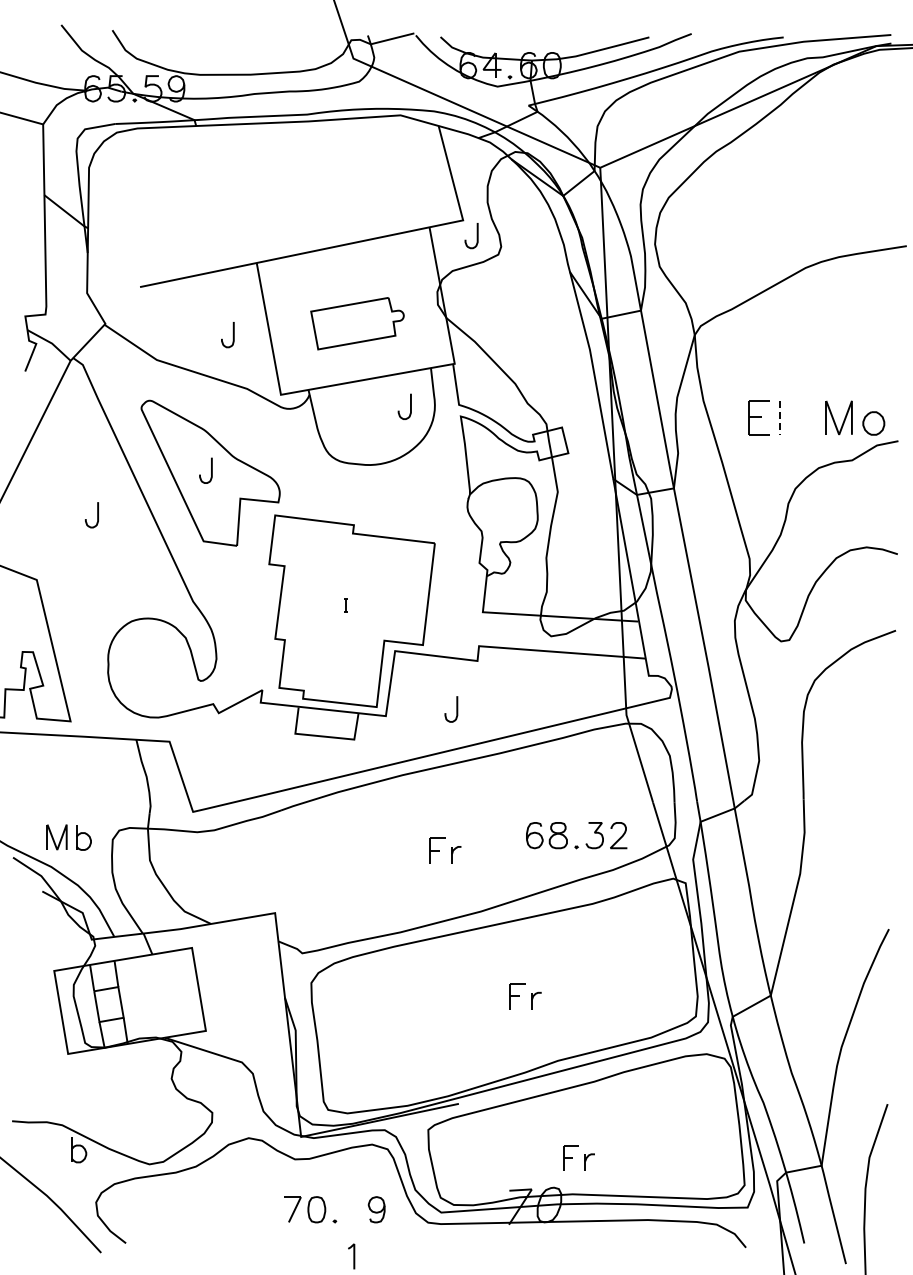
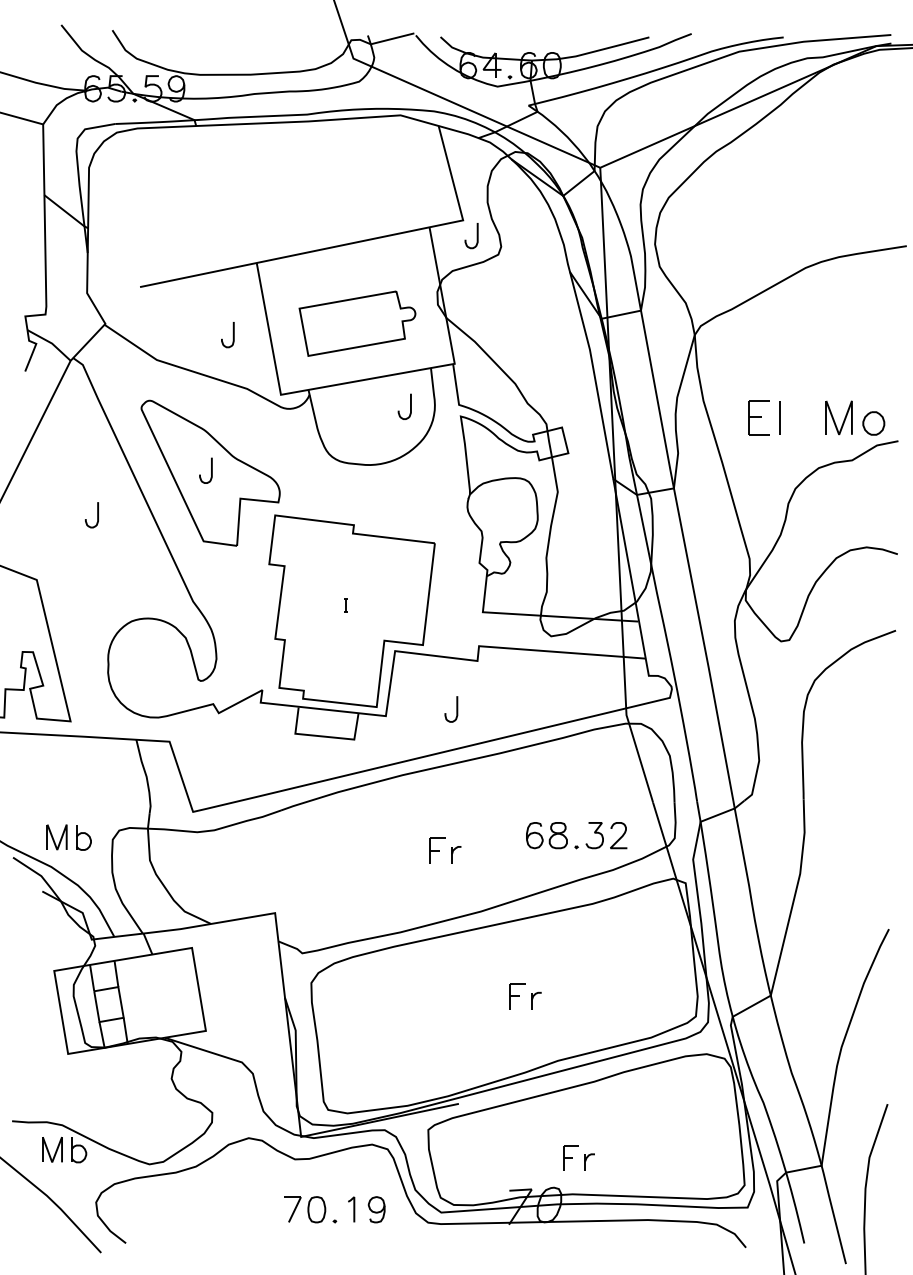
part at (357, 323) size: 95x54 px -> 119x67 px
line at (779, 417): dashed -> solid
part at (52, 1149): none -> present
line at (353, 1256) position: (353, 1256) -> (353, 1209)
